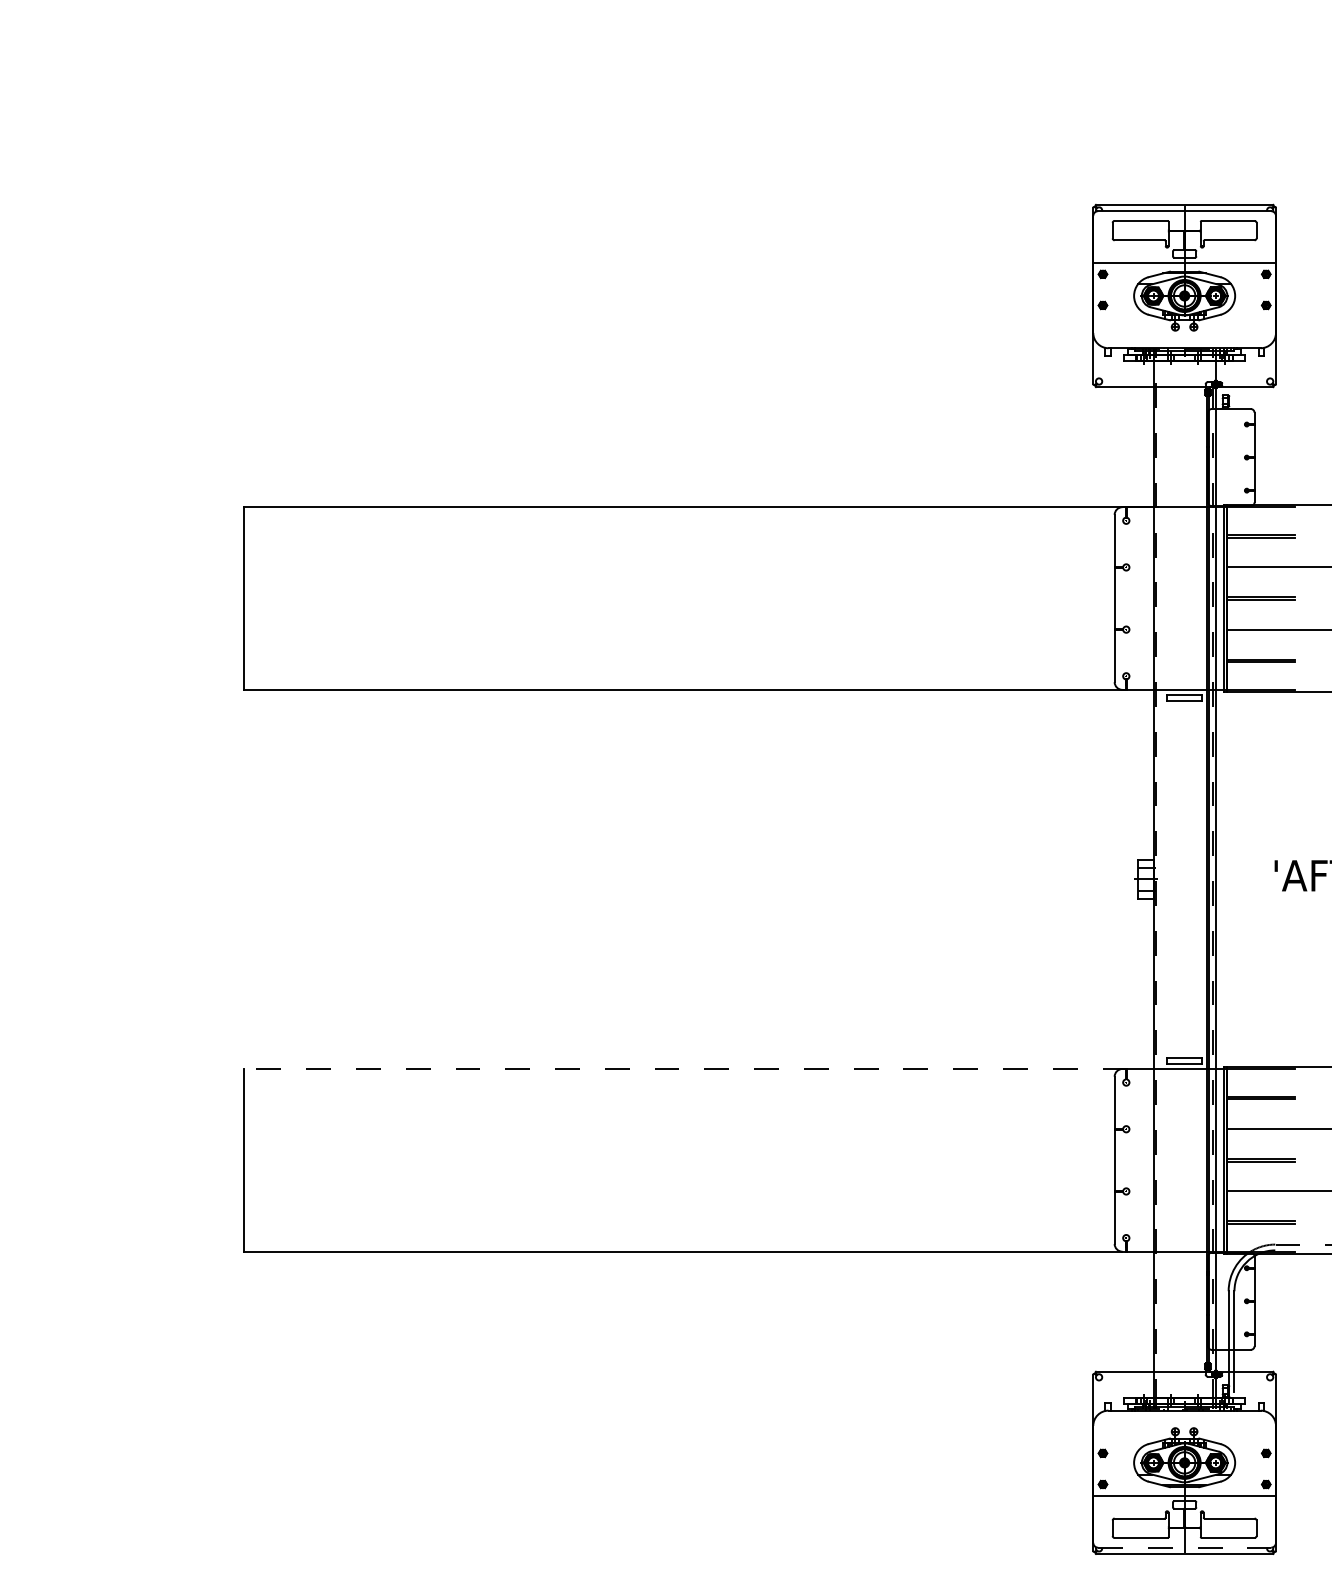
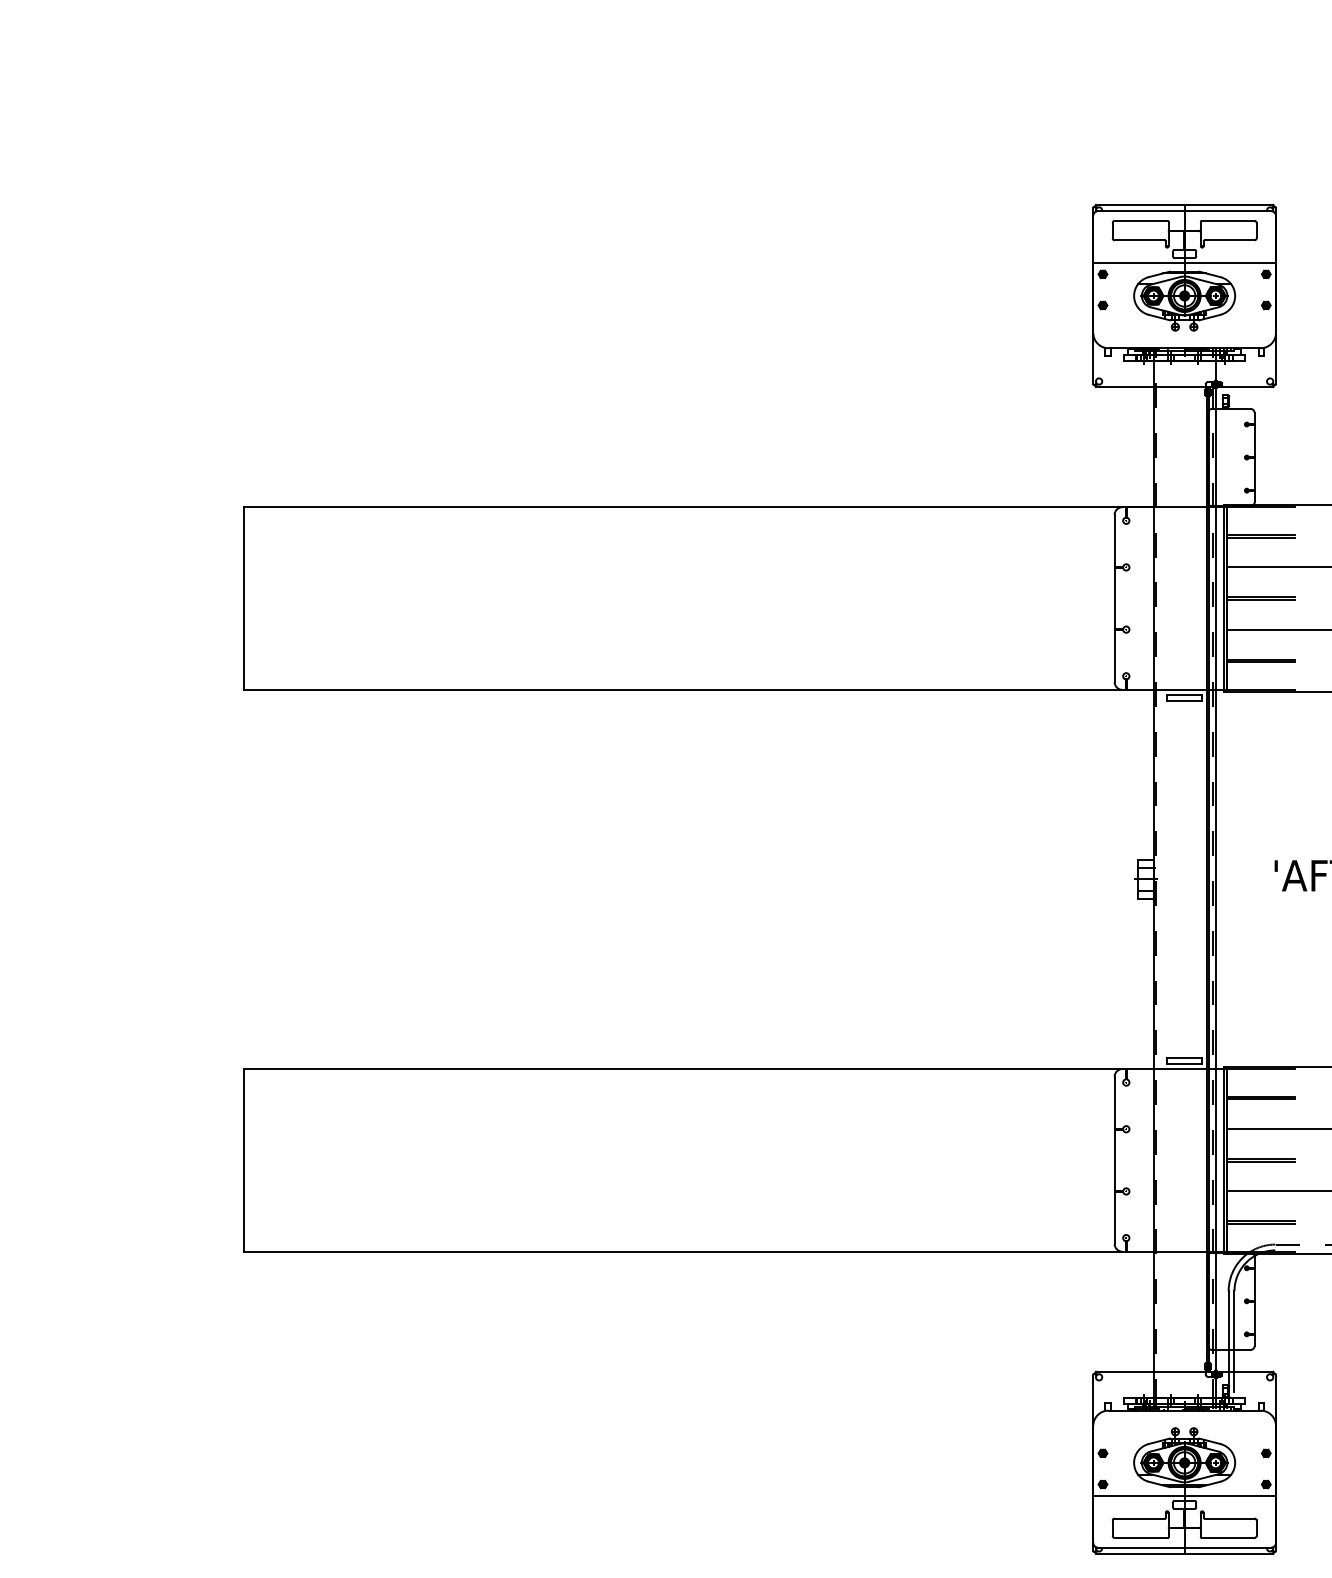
line at (685, 1068): dashed -> solid
line at (1184, 1547): dashed -> solid
